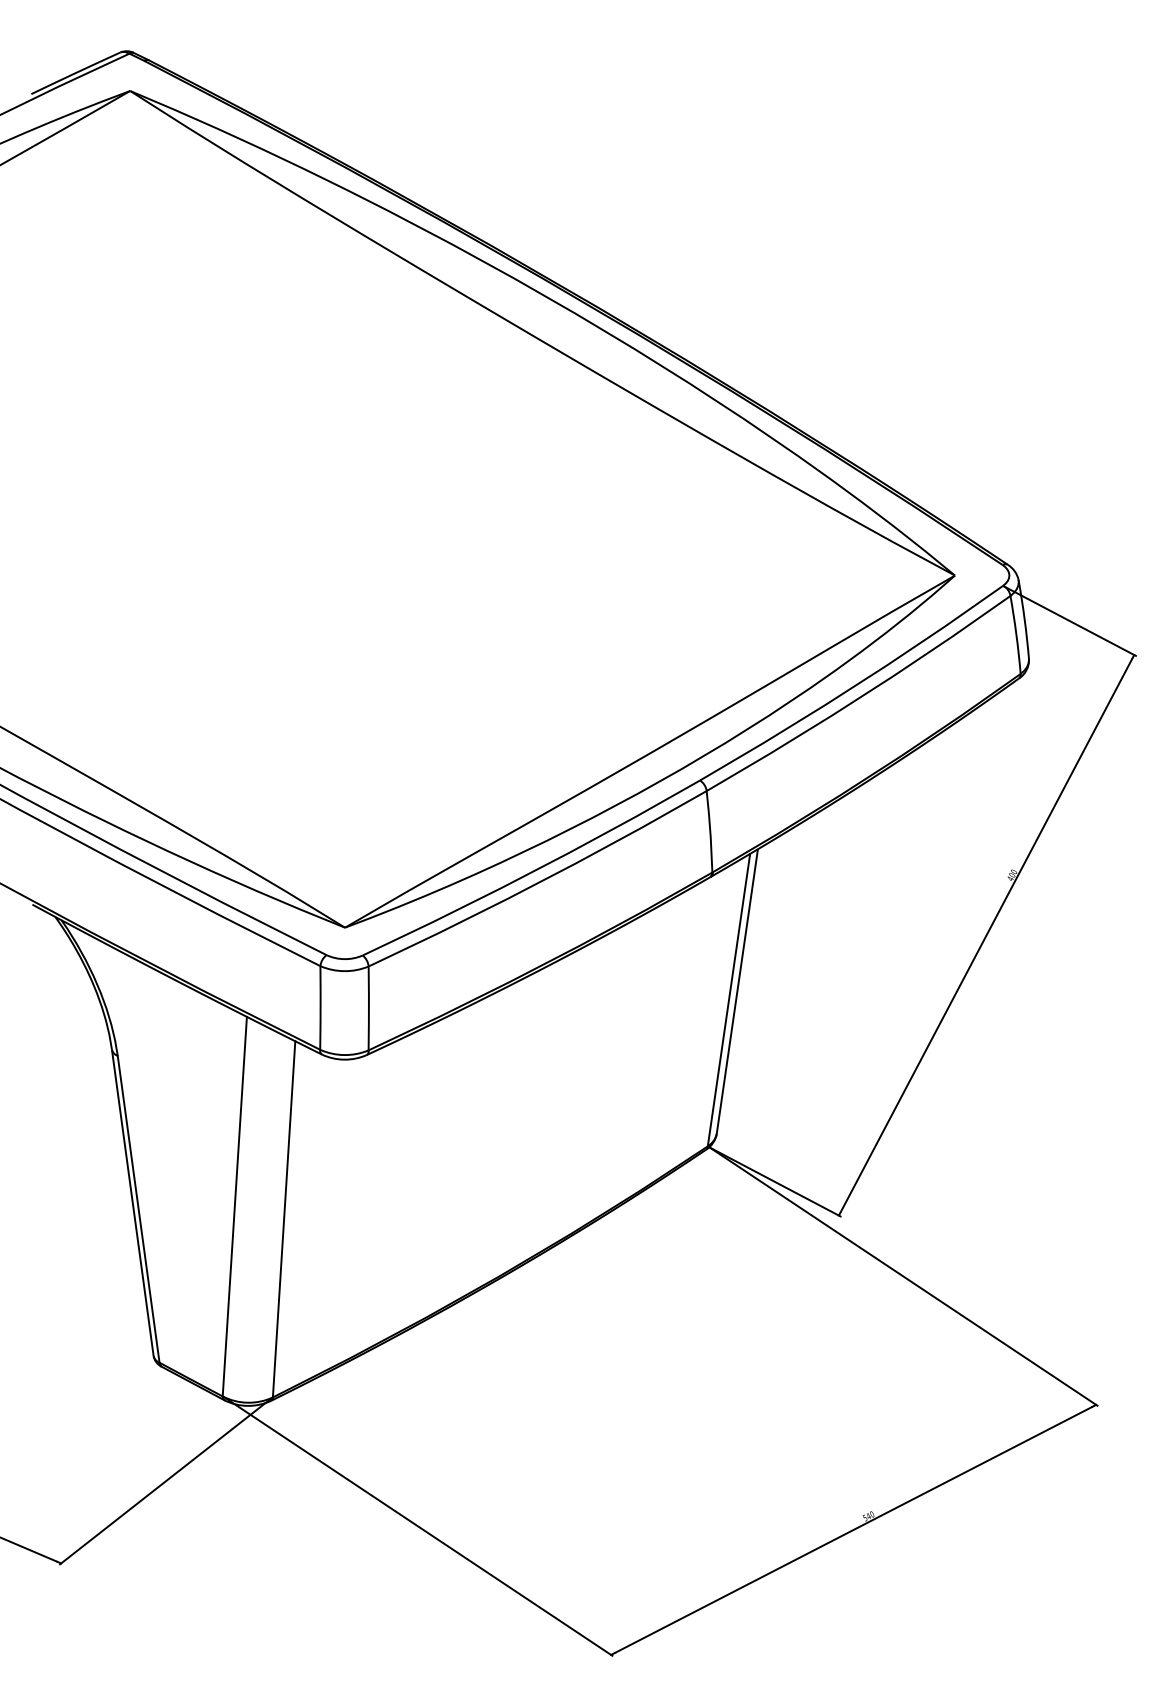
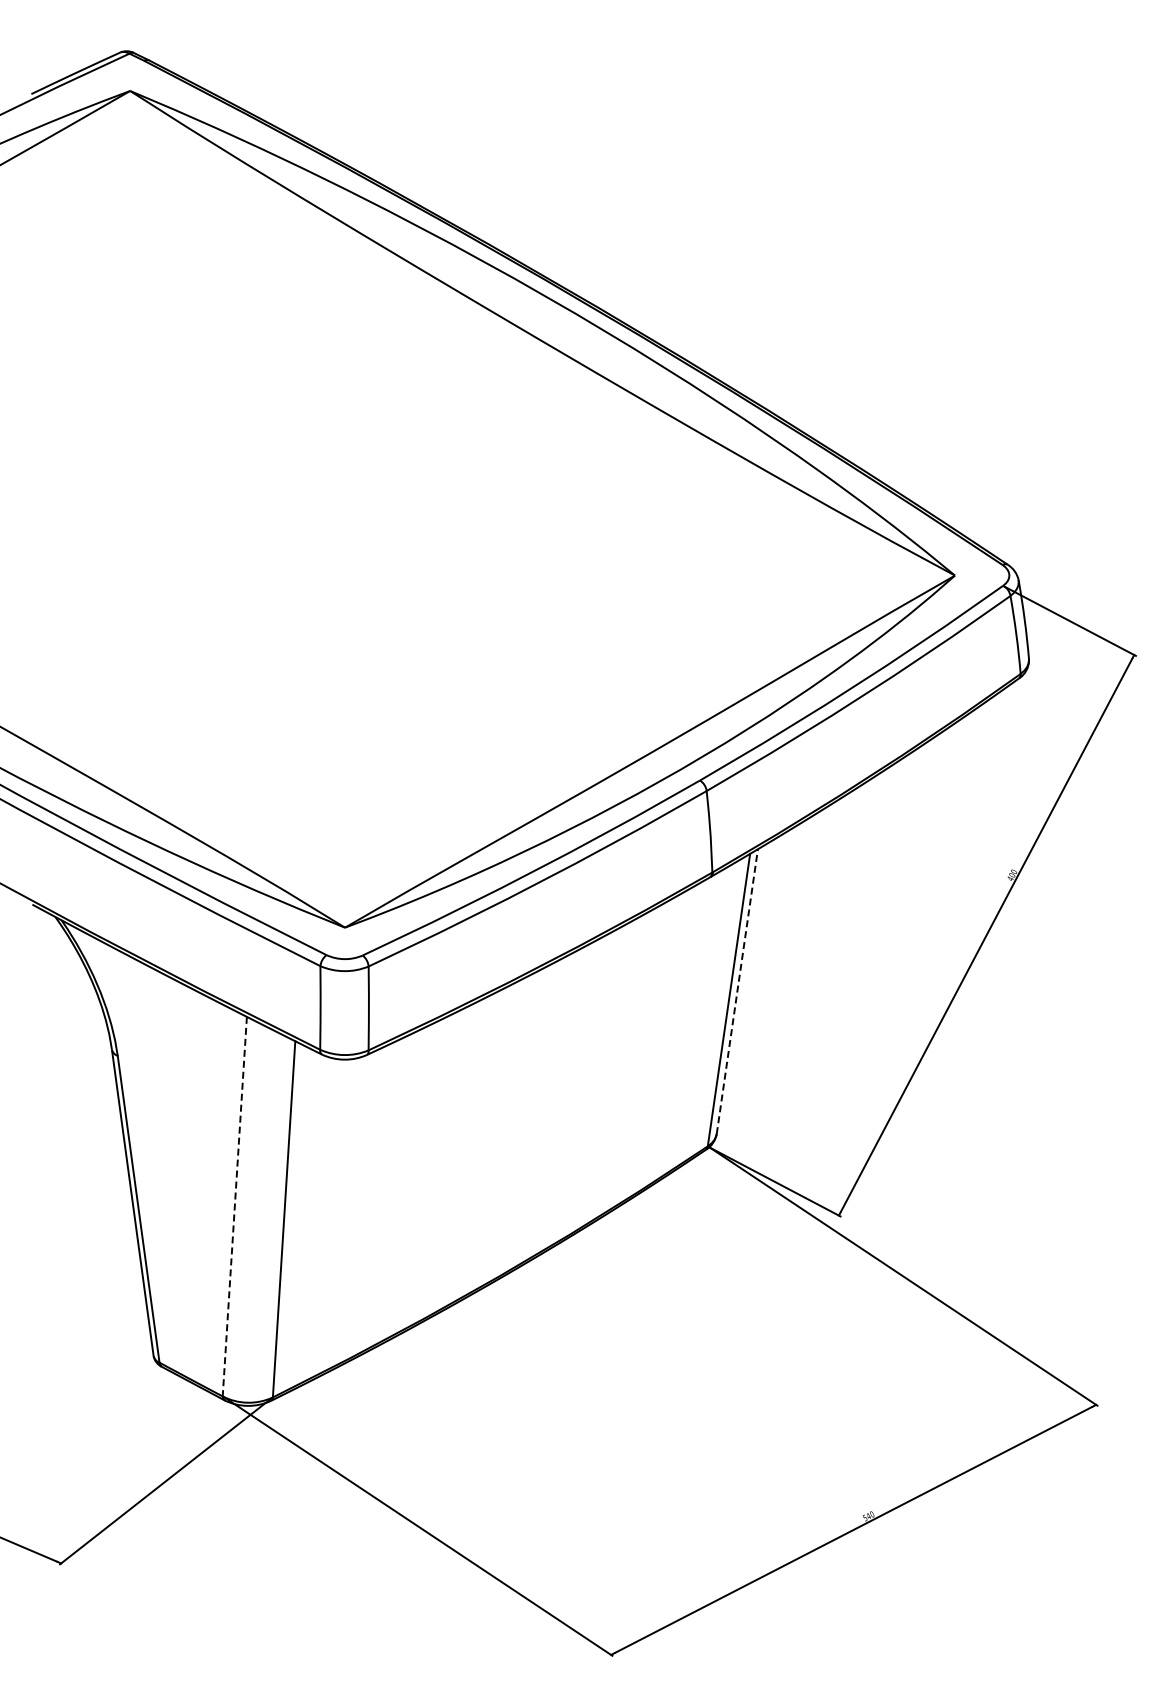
line at (737, 990): solid -> dashed
line at (234, 1207): solid -> dashed
